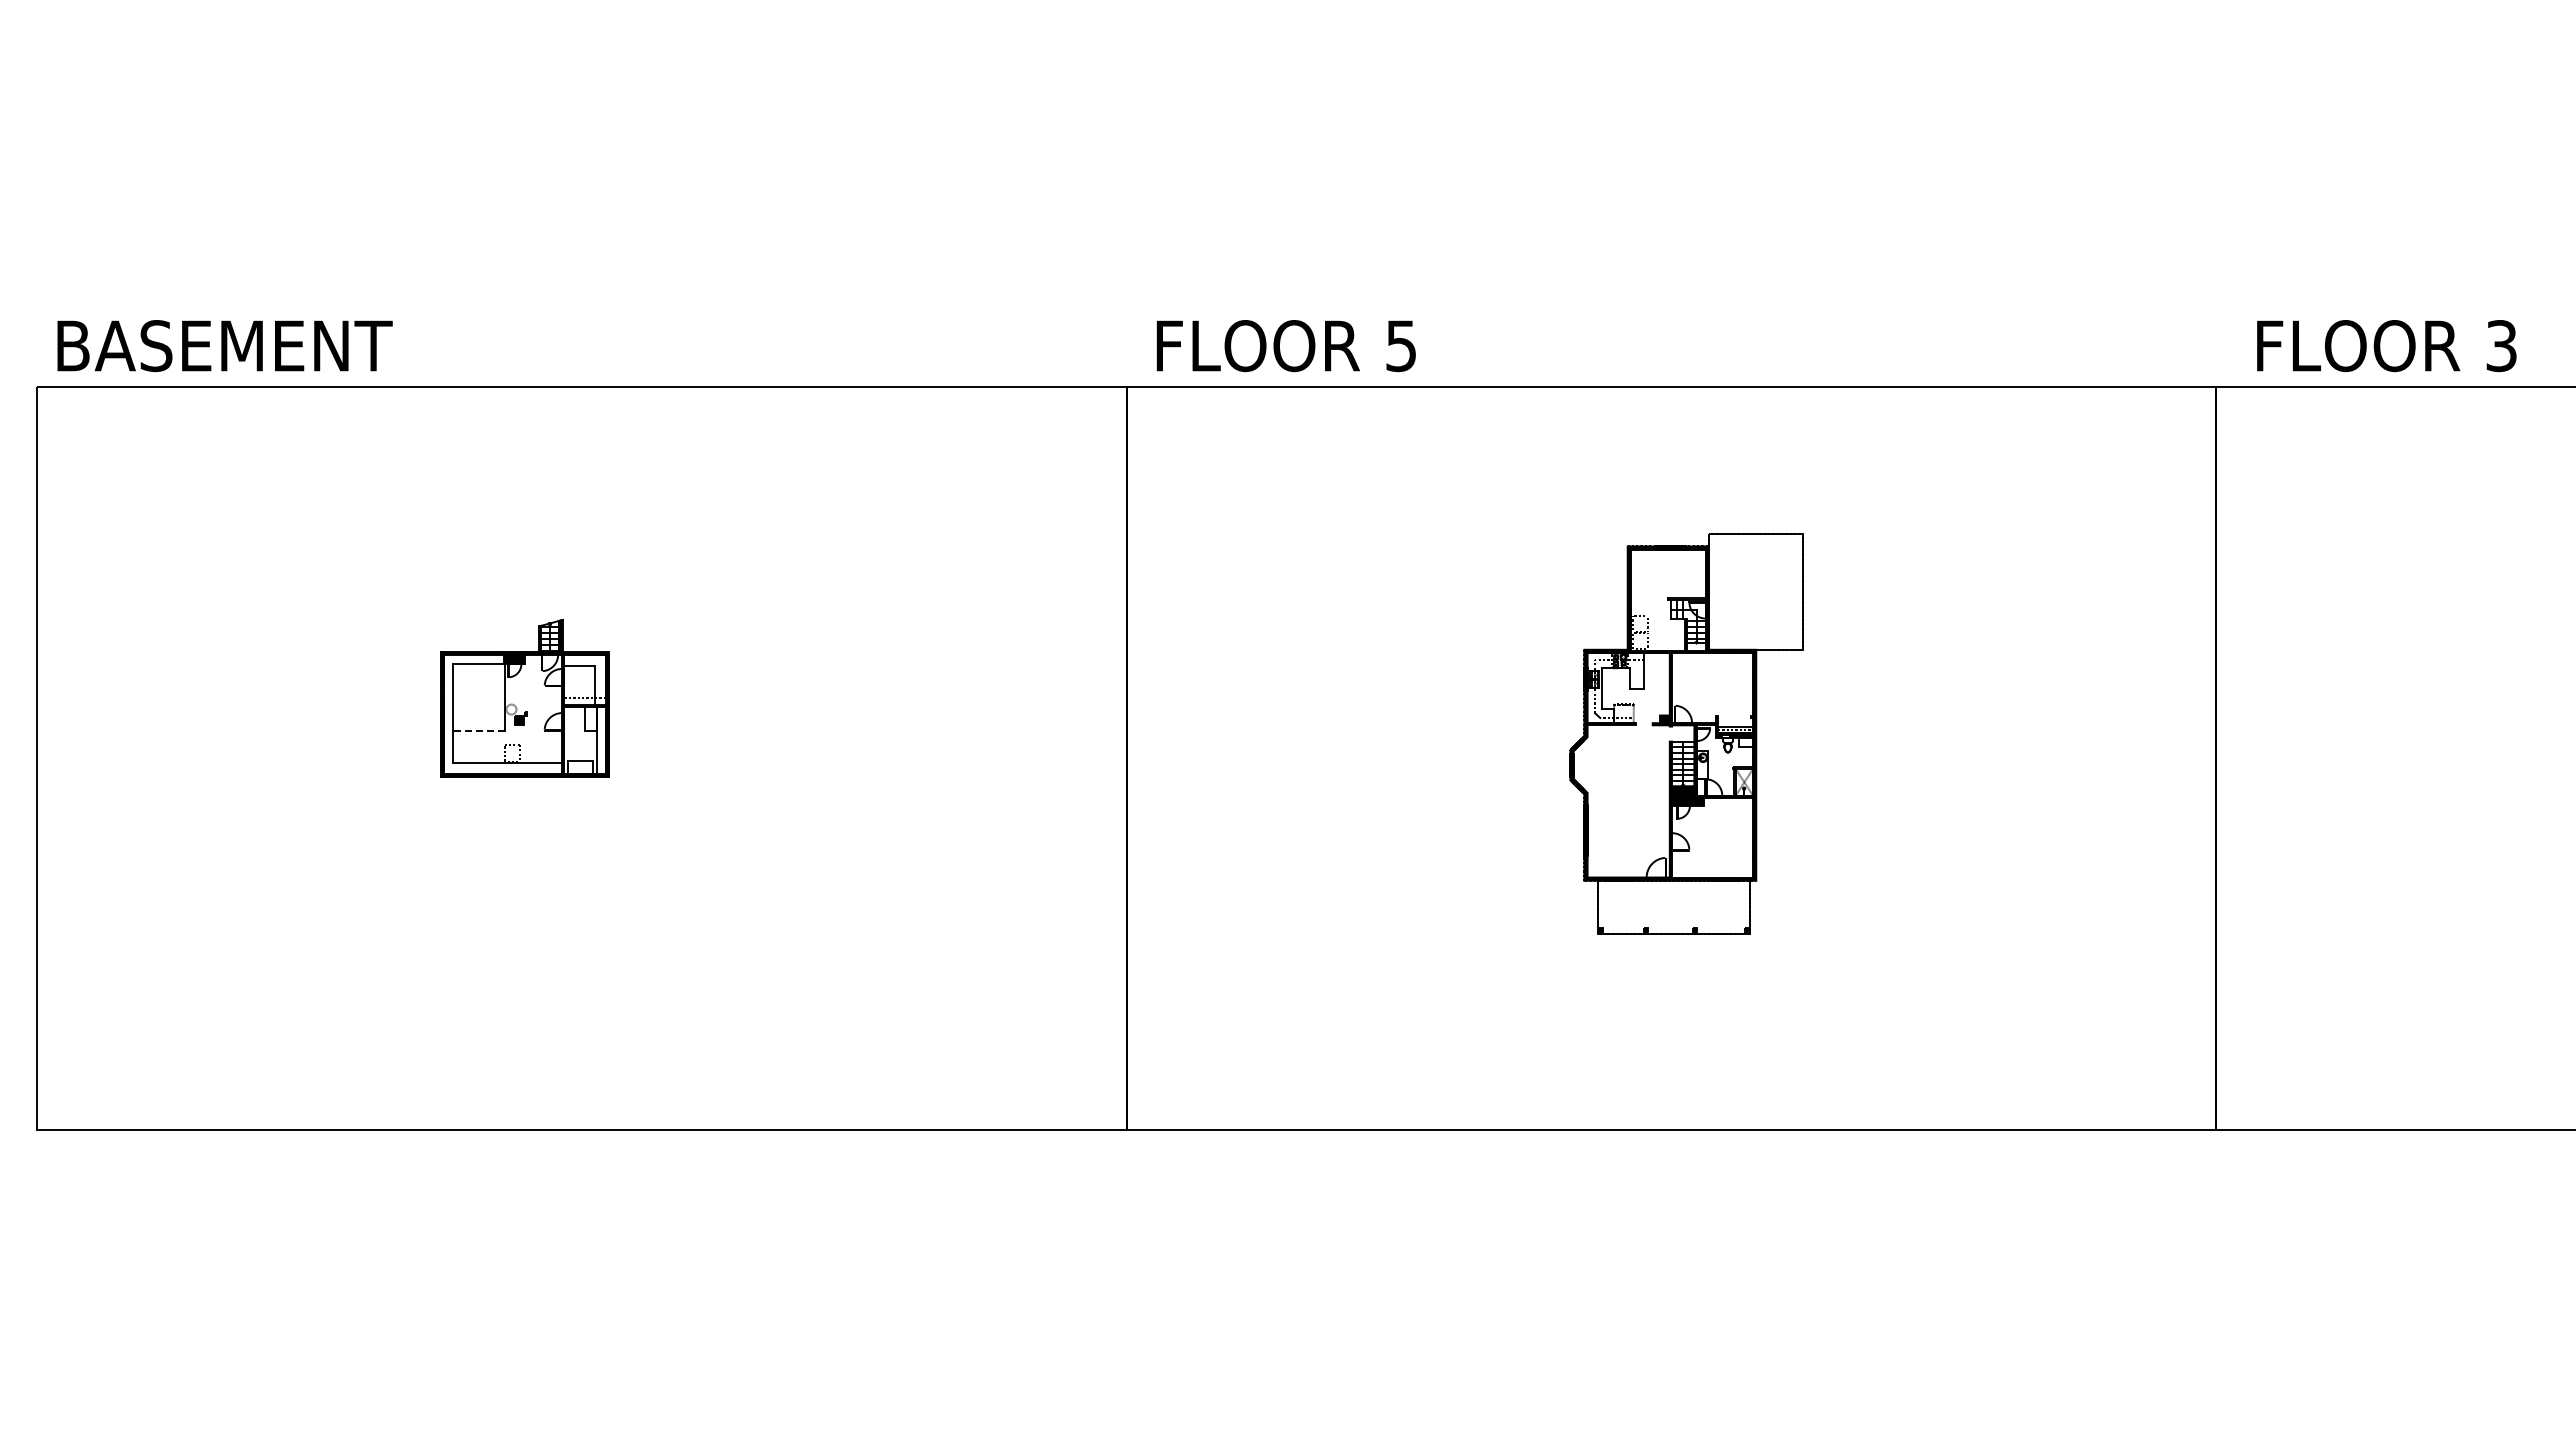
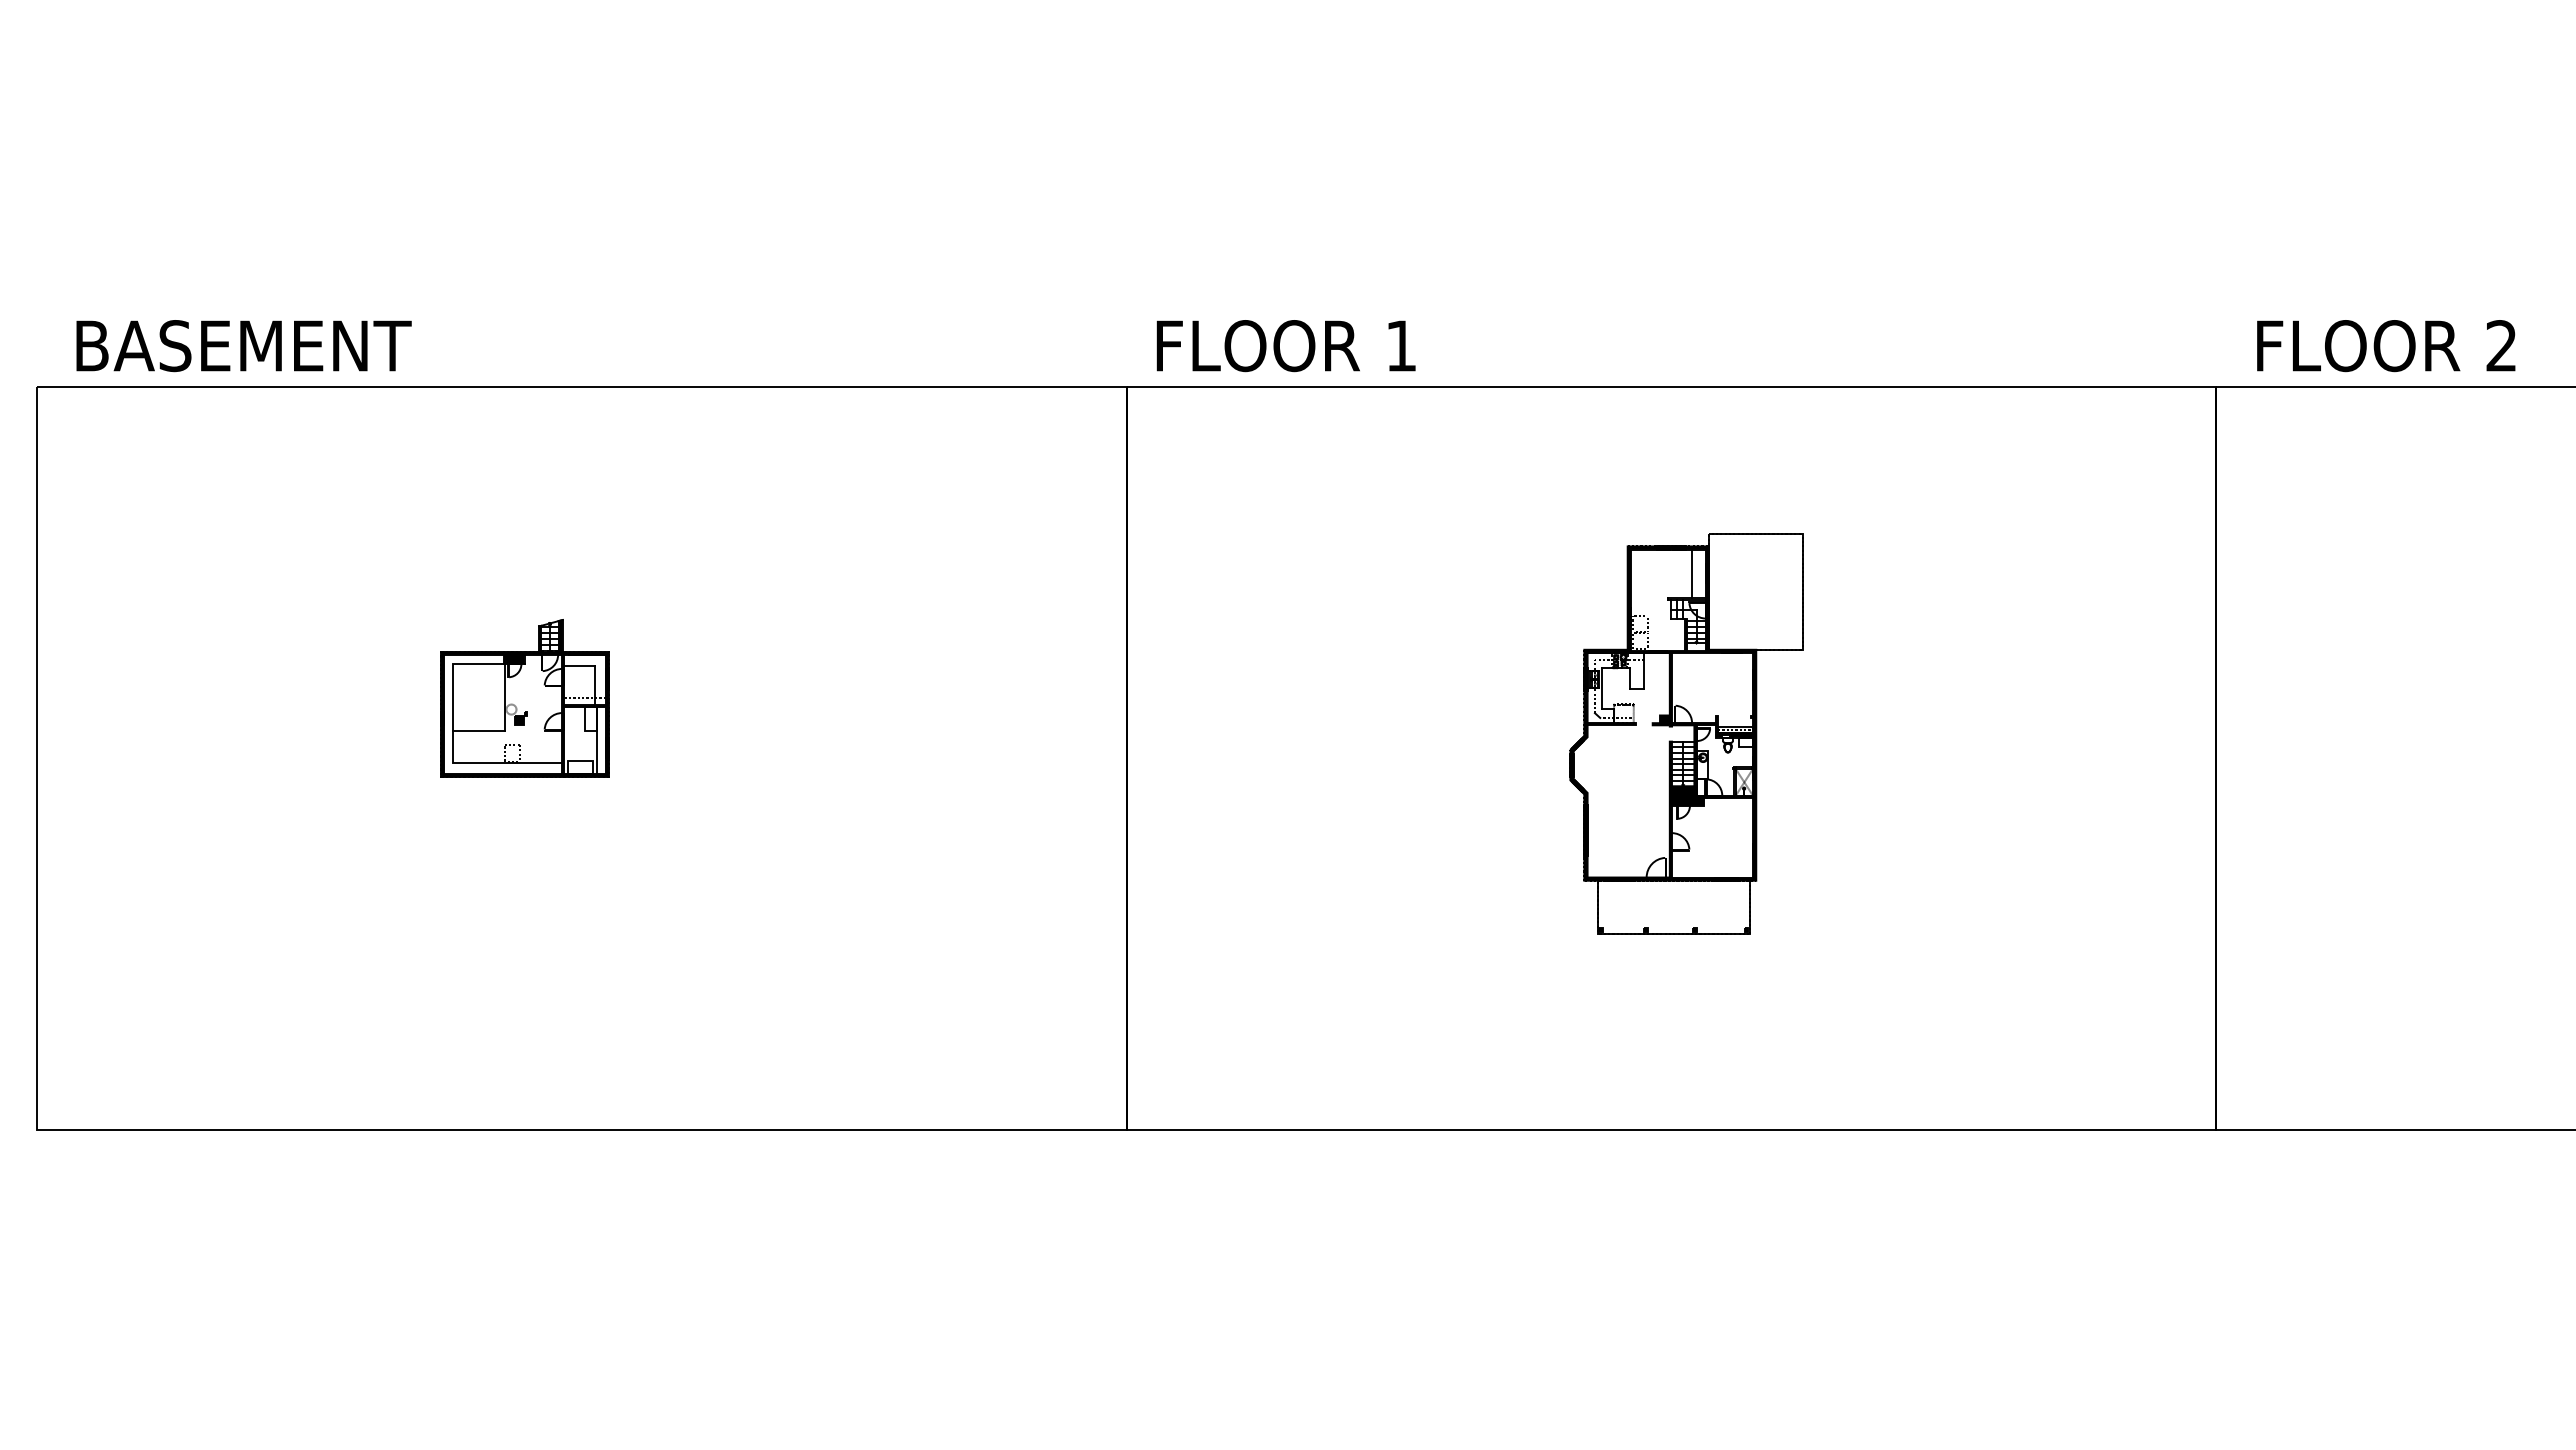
text at (224, 346) position: (224, 346) -> (243, 346)
text at (1400, 346): 5 -> 1
text at (2501, 346): 3 -> 2
line at (1692, 573): none -> present
line at (478, 731): dashed -> solid
